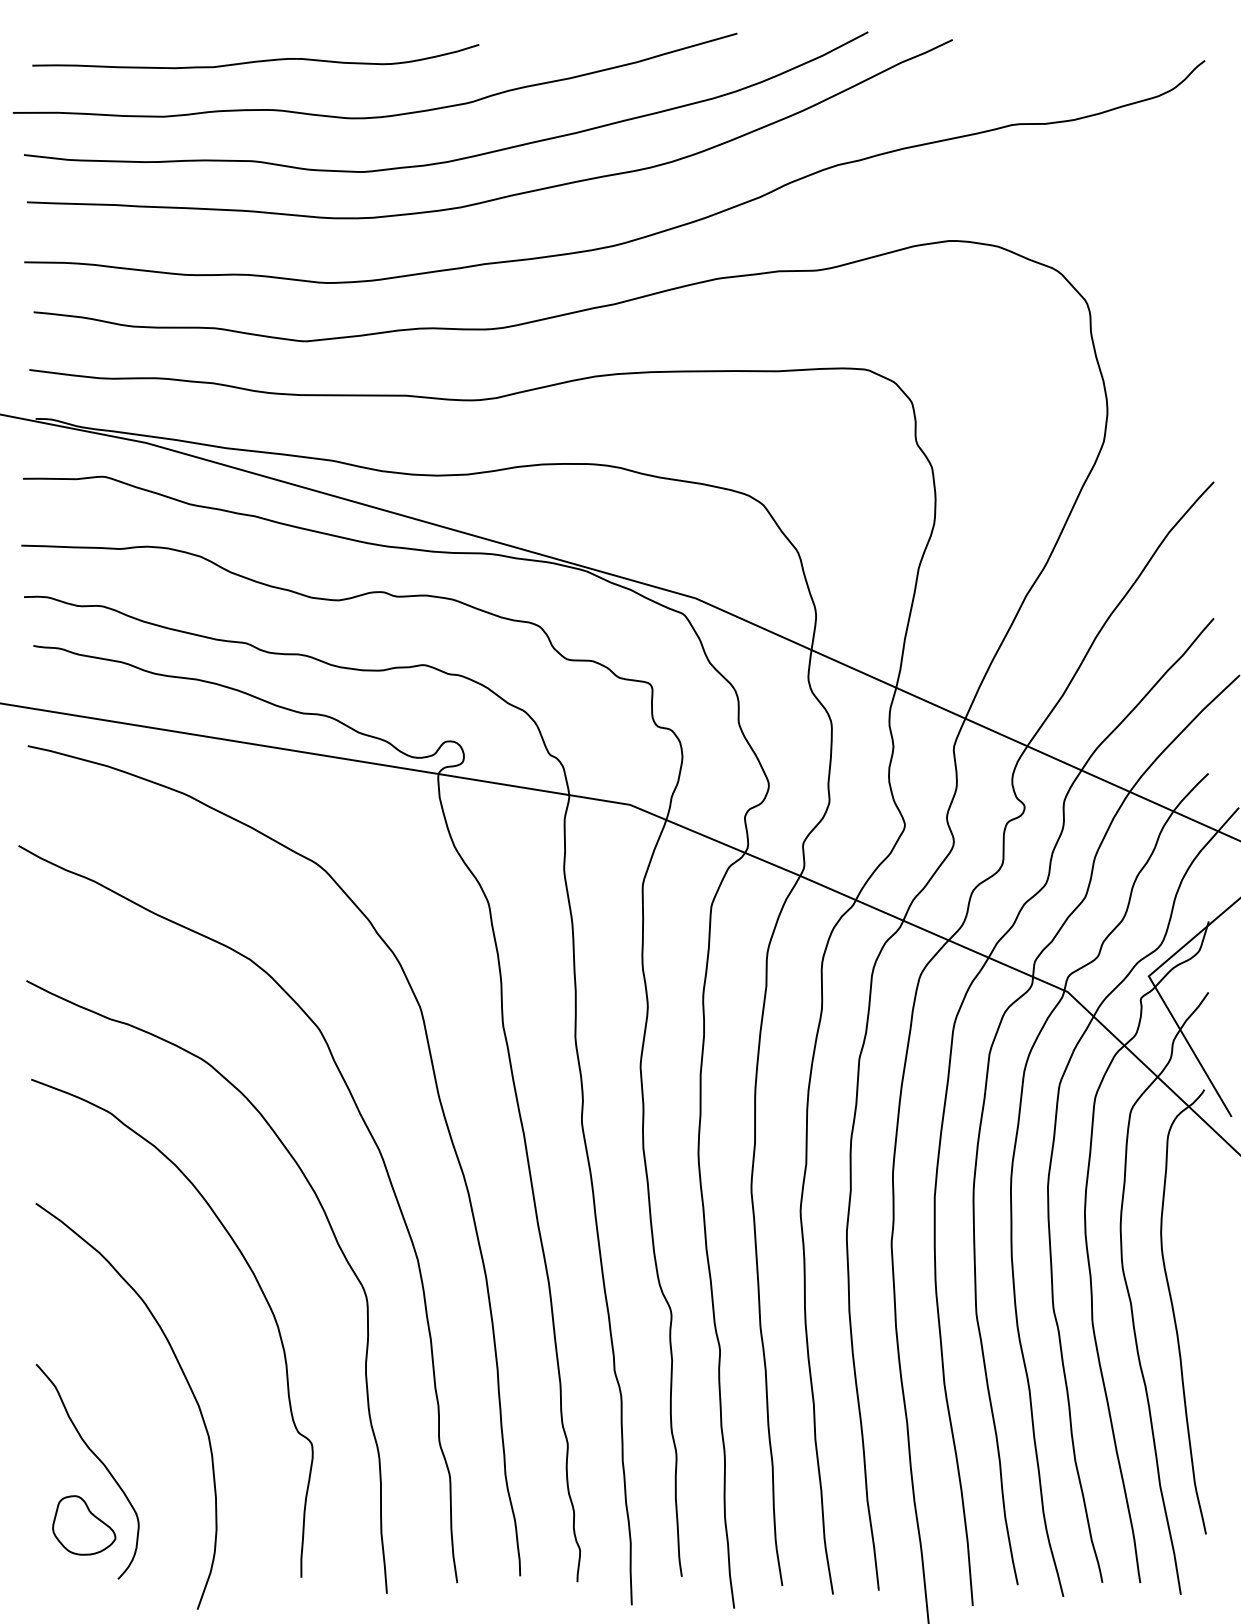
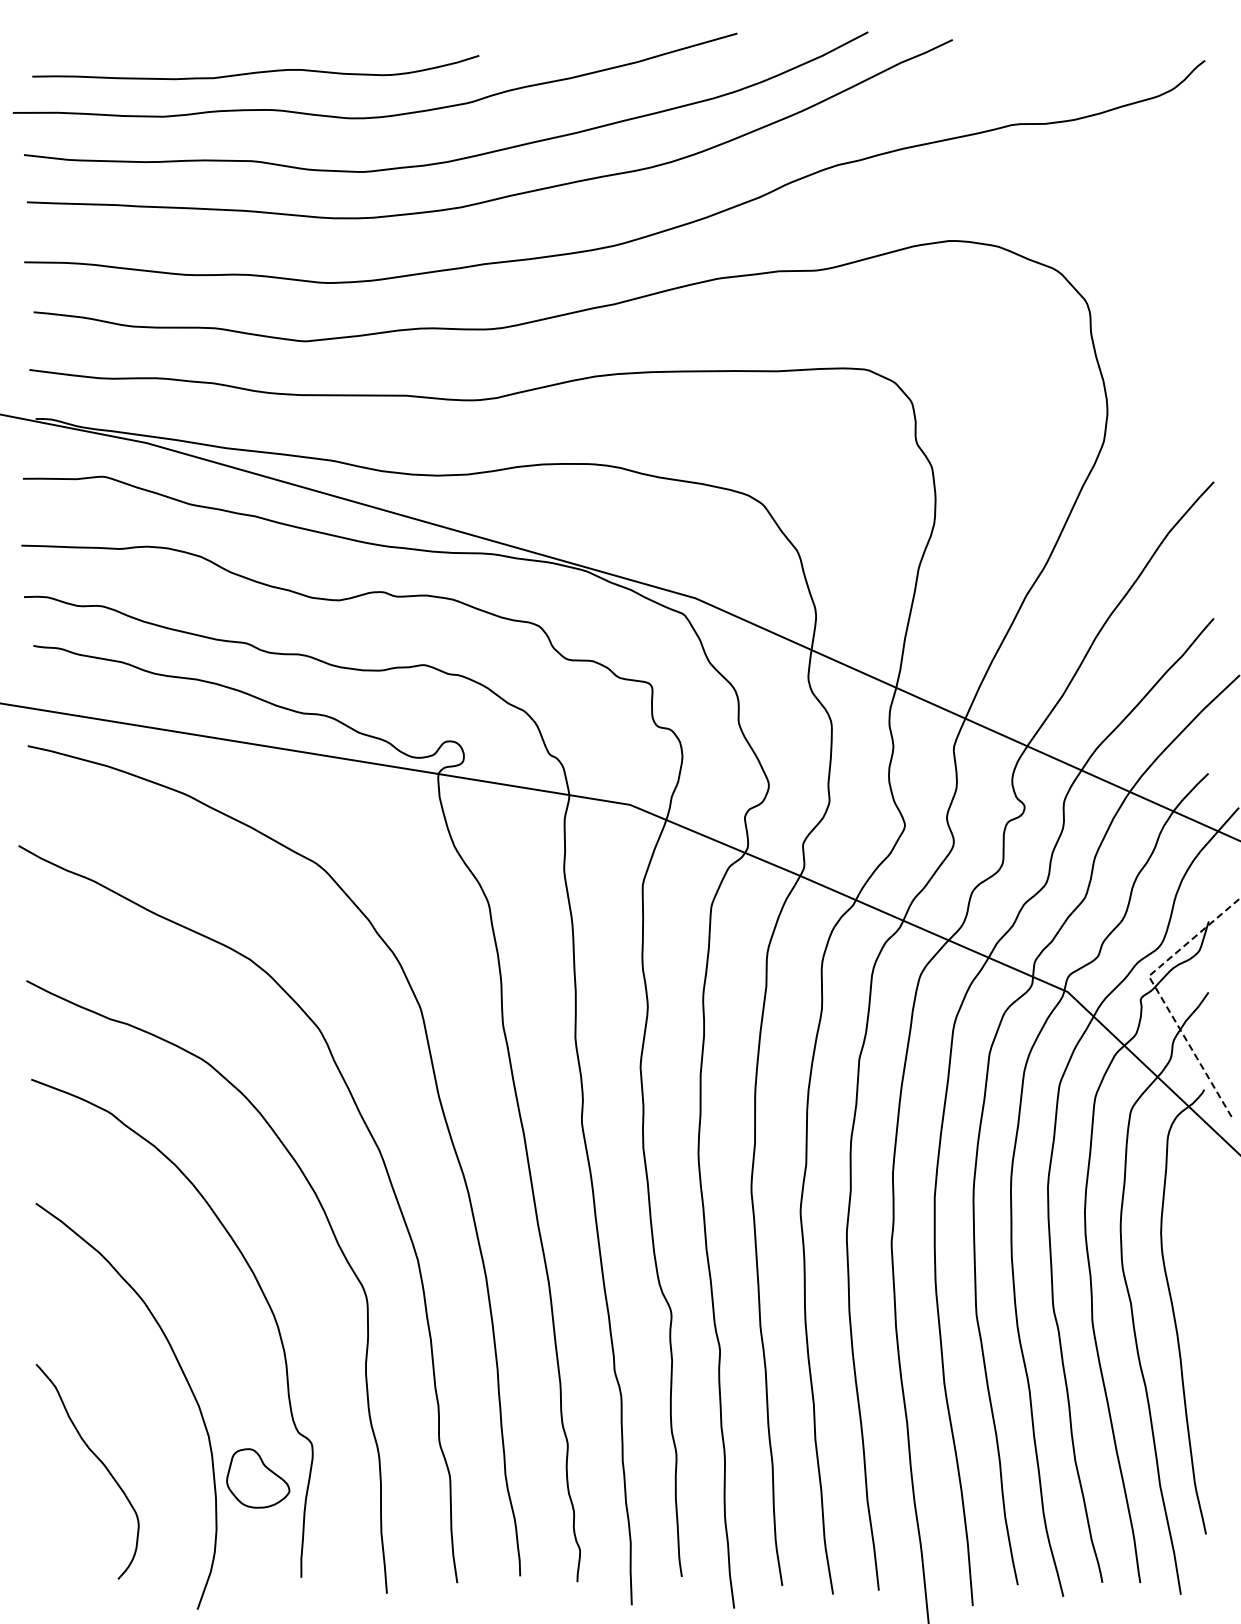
curve at (255, 60) position: (255, 60) -> (255, 71)
line at (1159, 994): solid -> dashed
part at (84, 1525) position: (84, 1525) -> (258, 1478)
